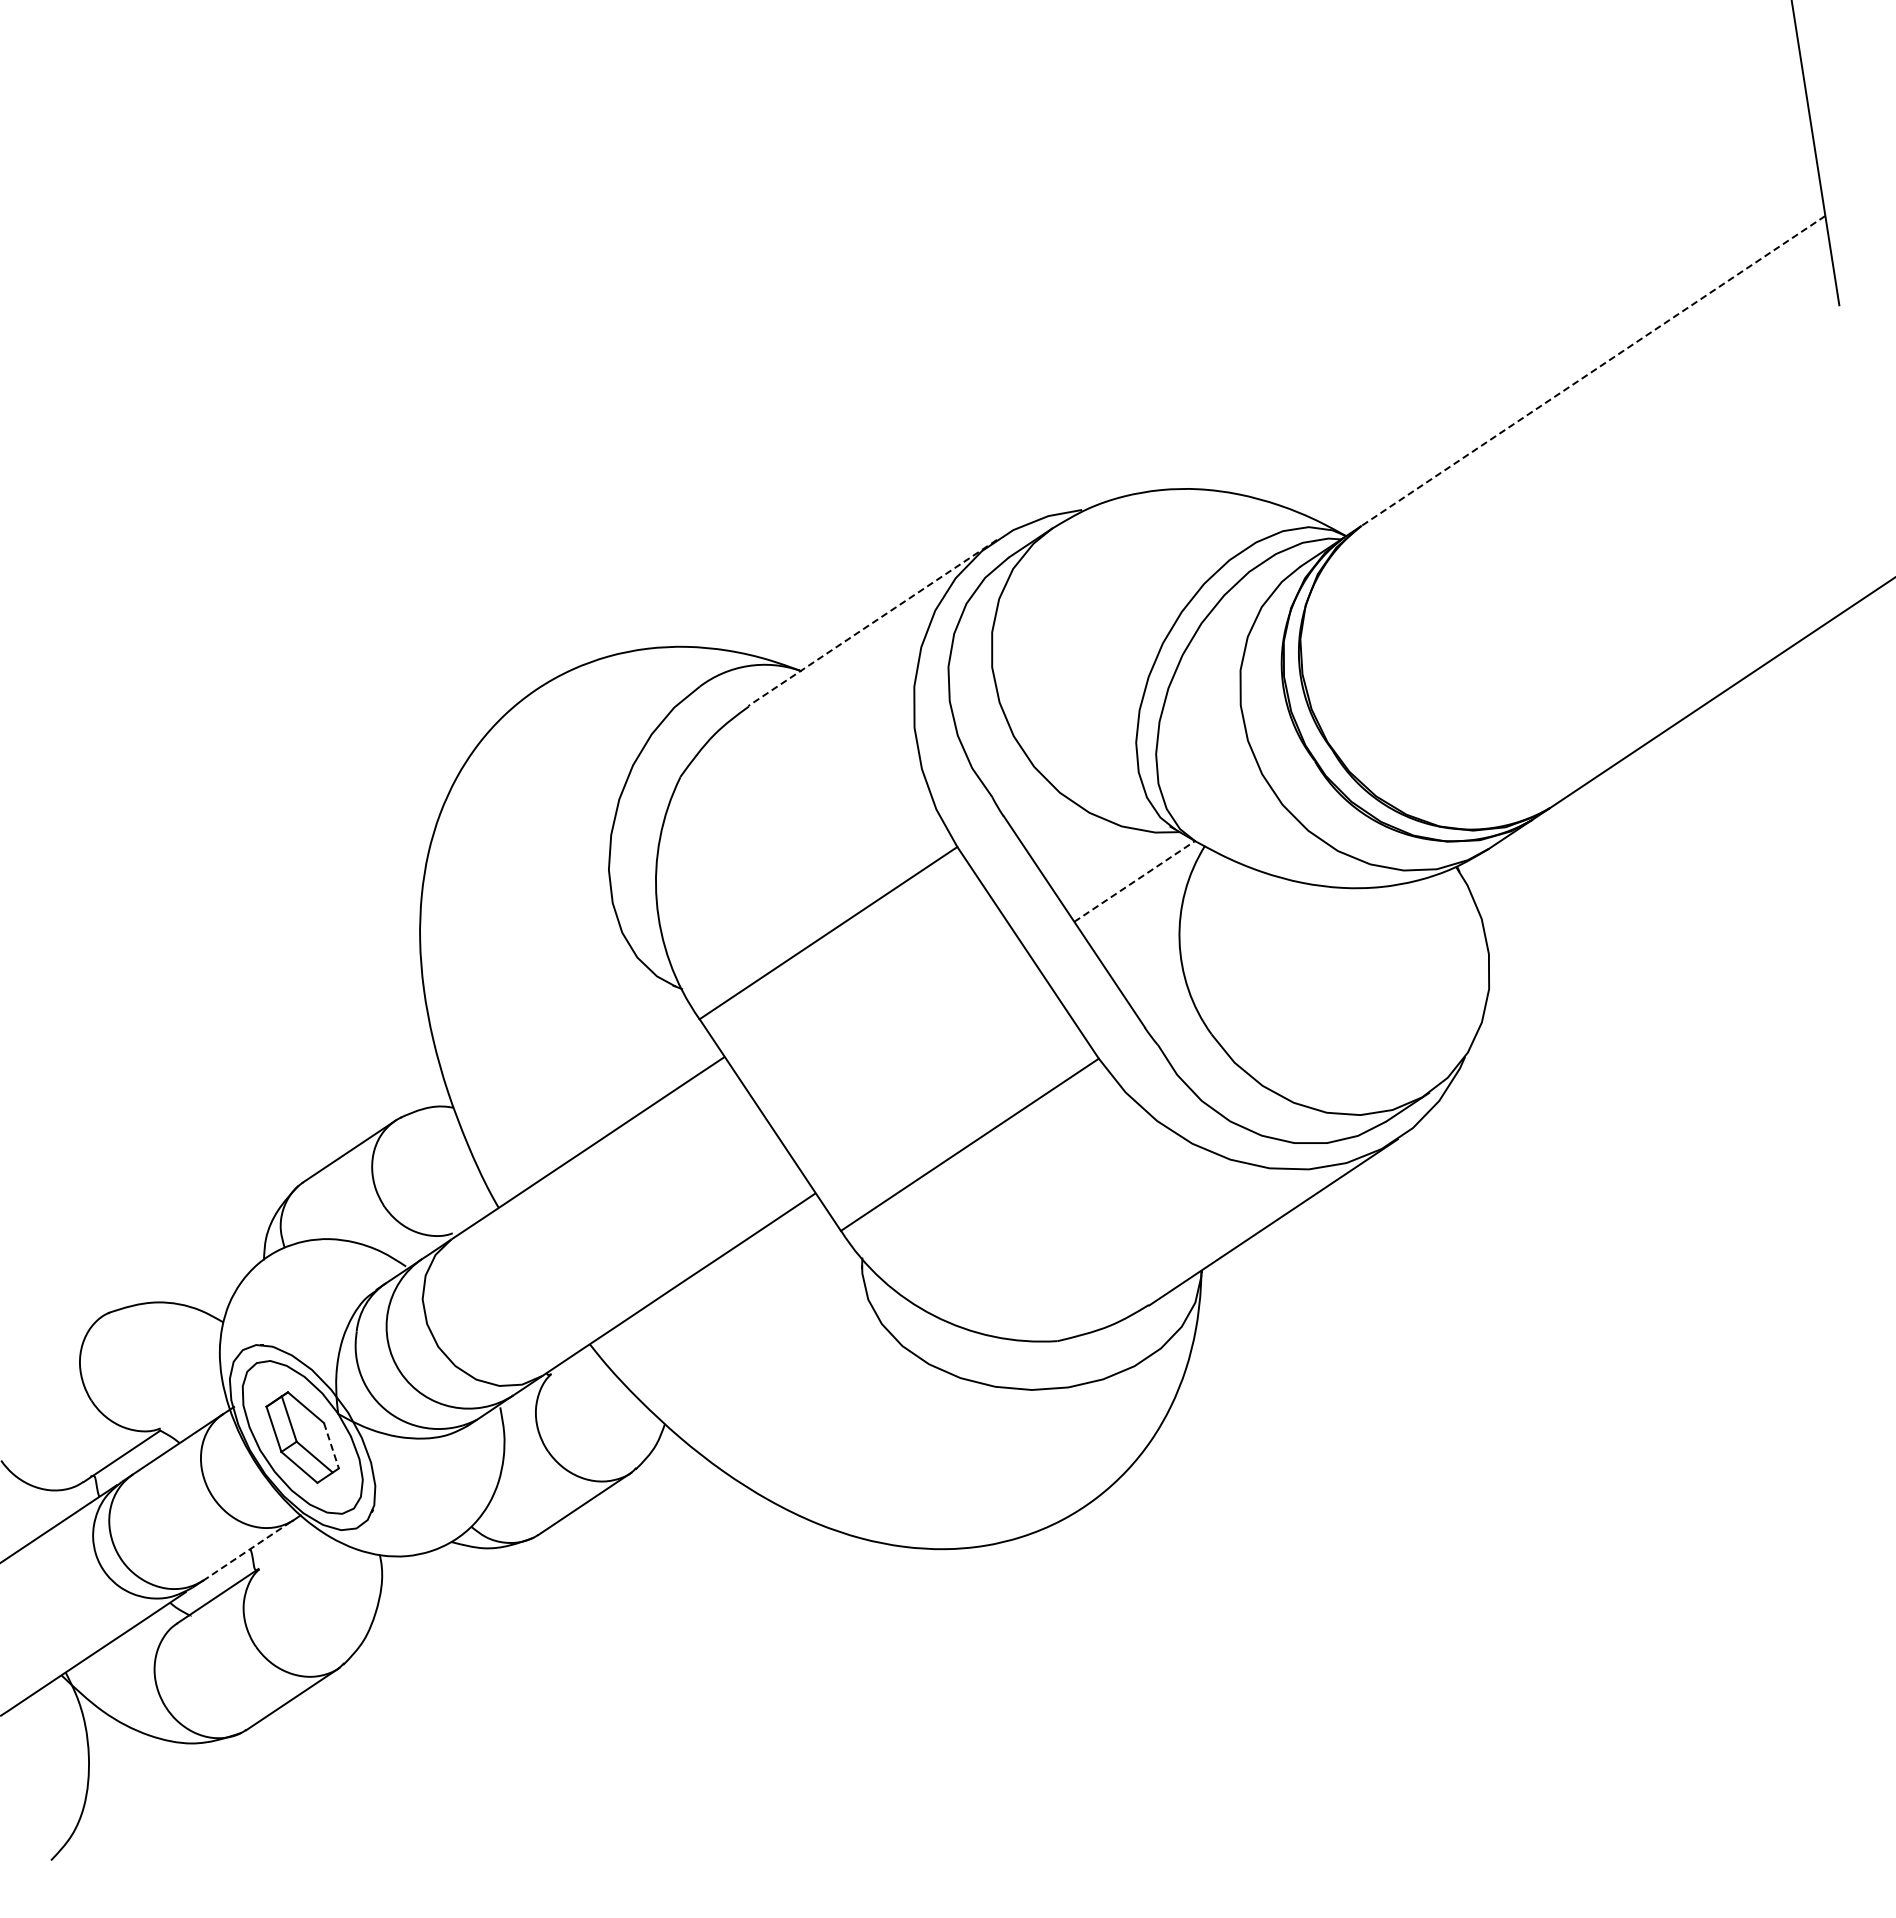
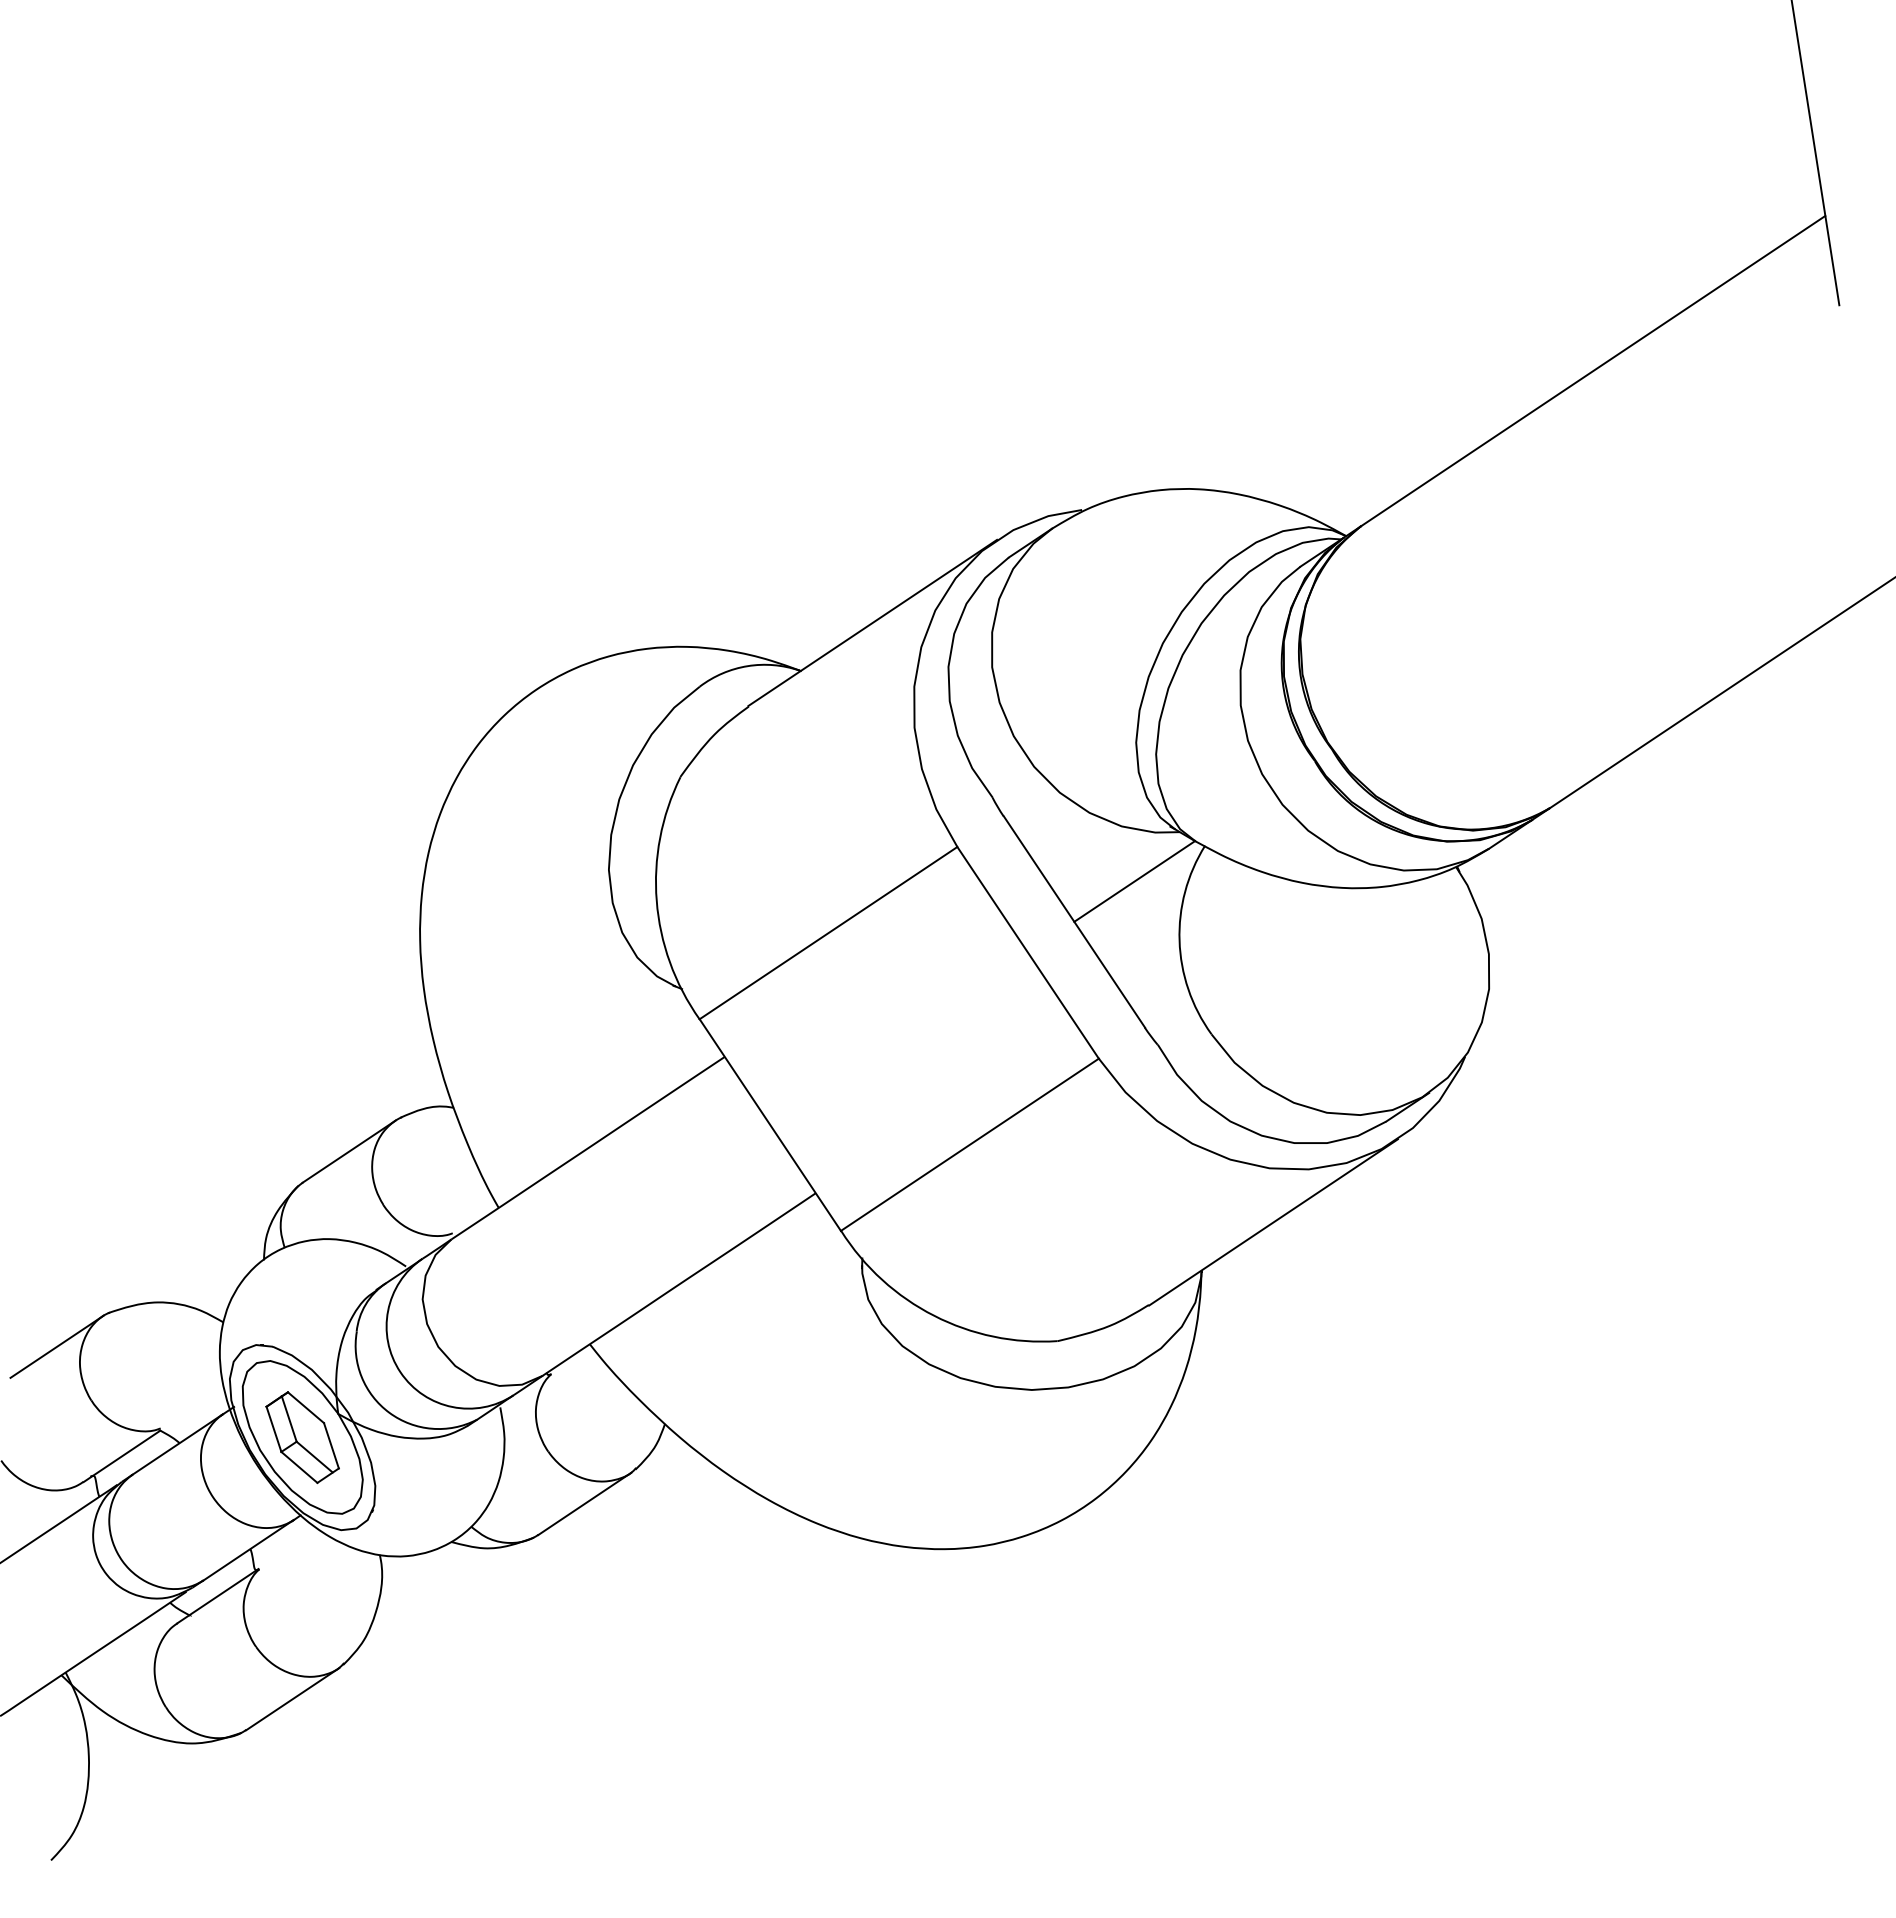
line at (1592, 371): dashed -> solid
line at (872, 623): dashed -> solid
line at (1134, 881): dashed -> solid
line at (56, 1346): none -> present
line at (331, 1445): dashed -> solid
line at (248, 1550): dashed -> solid
